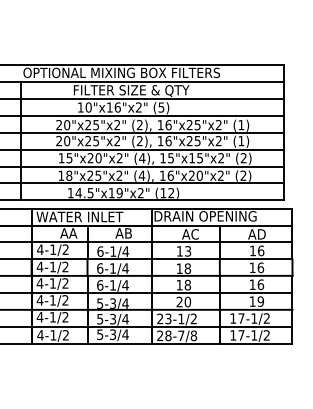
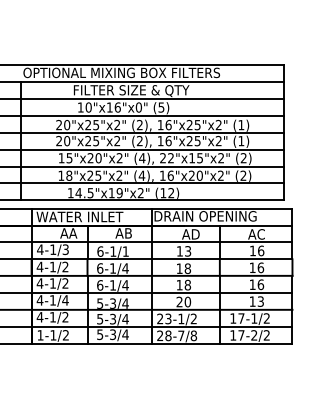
text at (138, 107): 10"x16"x2" -> 10"x16"x0"
text at (166, 158): 15"x15"x2" -> 22"x15"x2"
text at (195, 234): AC -> AD
text at (261, 234): AD -> AC
text at (65, 250): 4-1/2 -> 4-1/3
text at (125, 251): 6-1/4 -> 6-1/1
text at (65, 300): 4-1/2 -> 4-1/4
text at (260, 301): 19 -> 13
text at (40, 335): 4-1/2 -> 1-1/2
text at (253, 335): 17-1/2 -> 17-2/2
